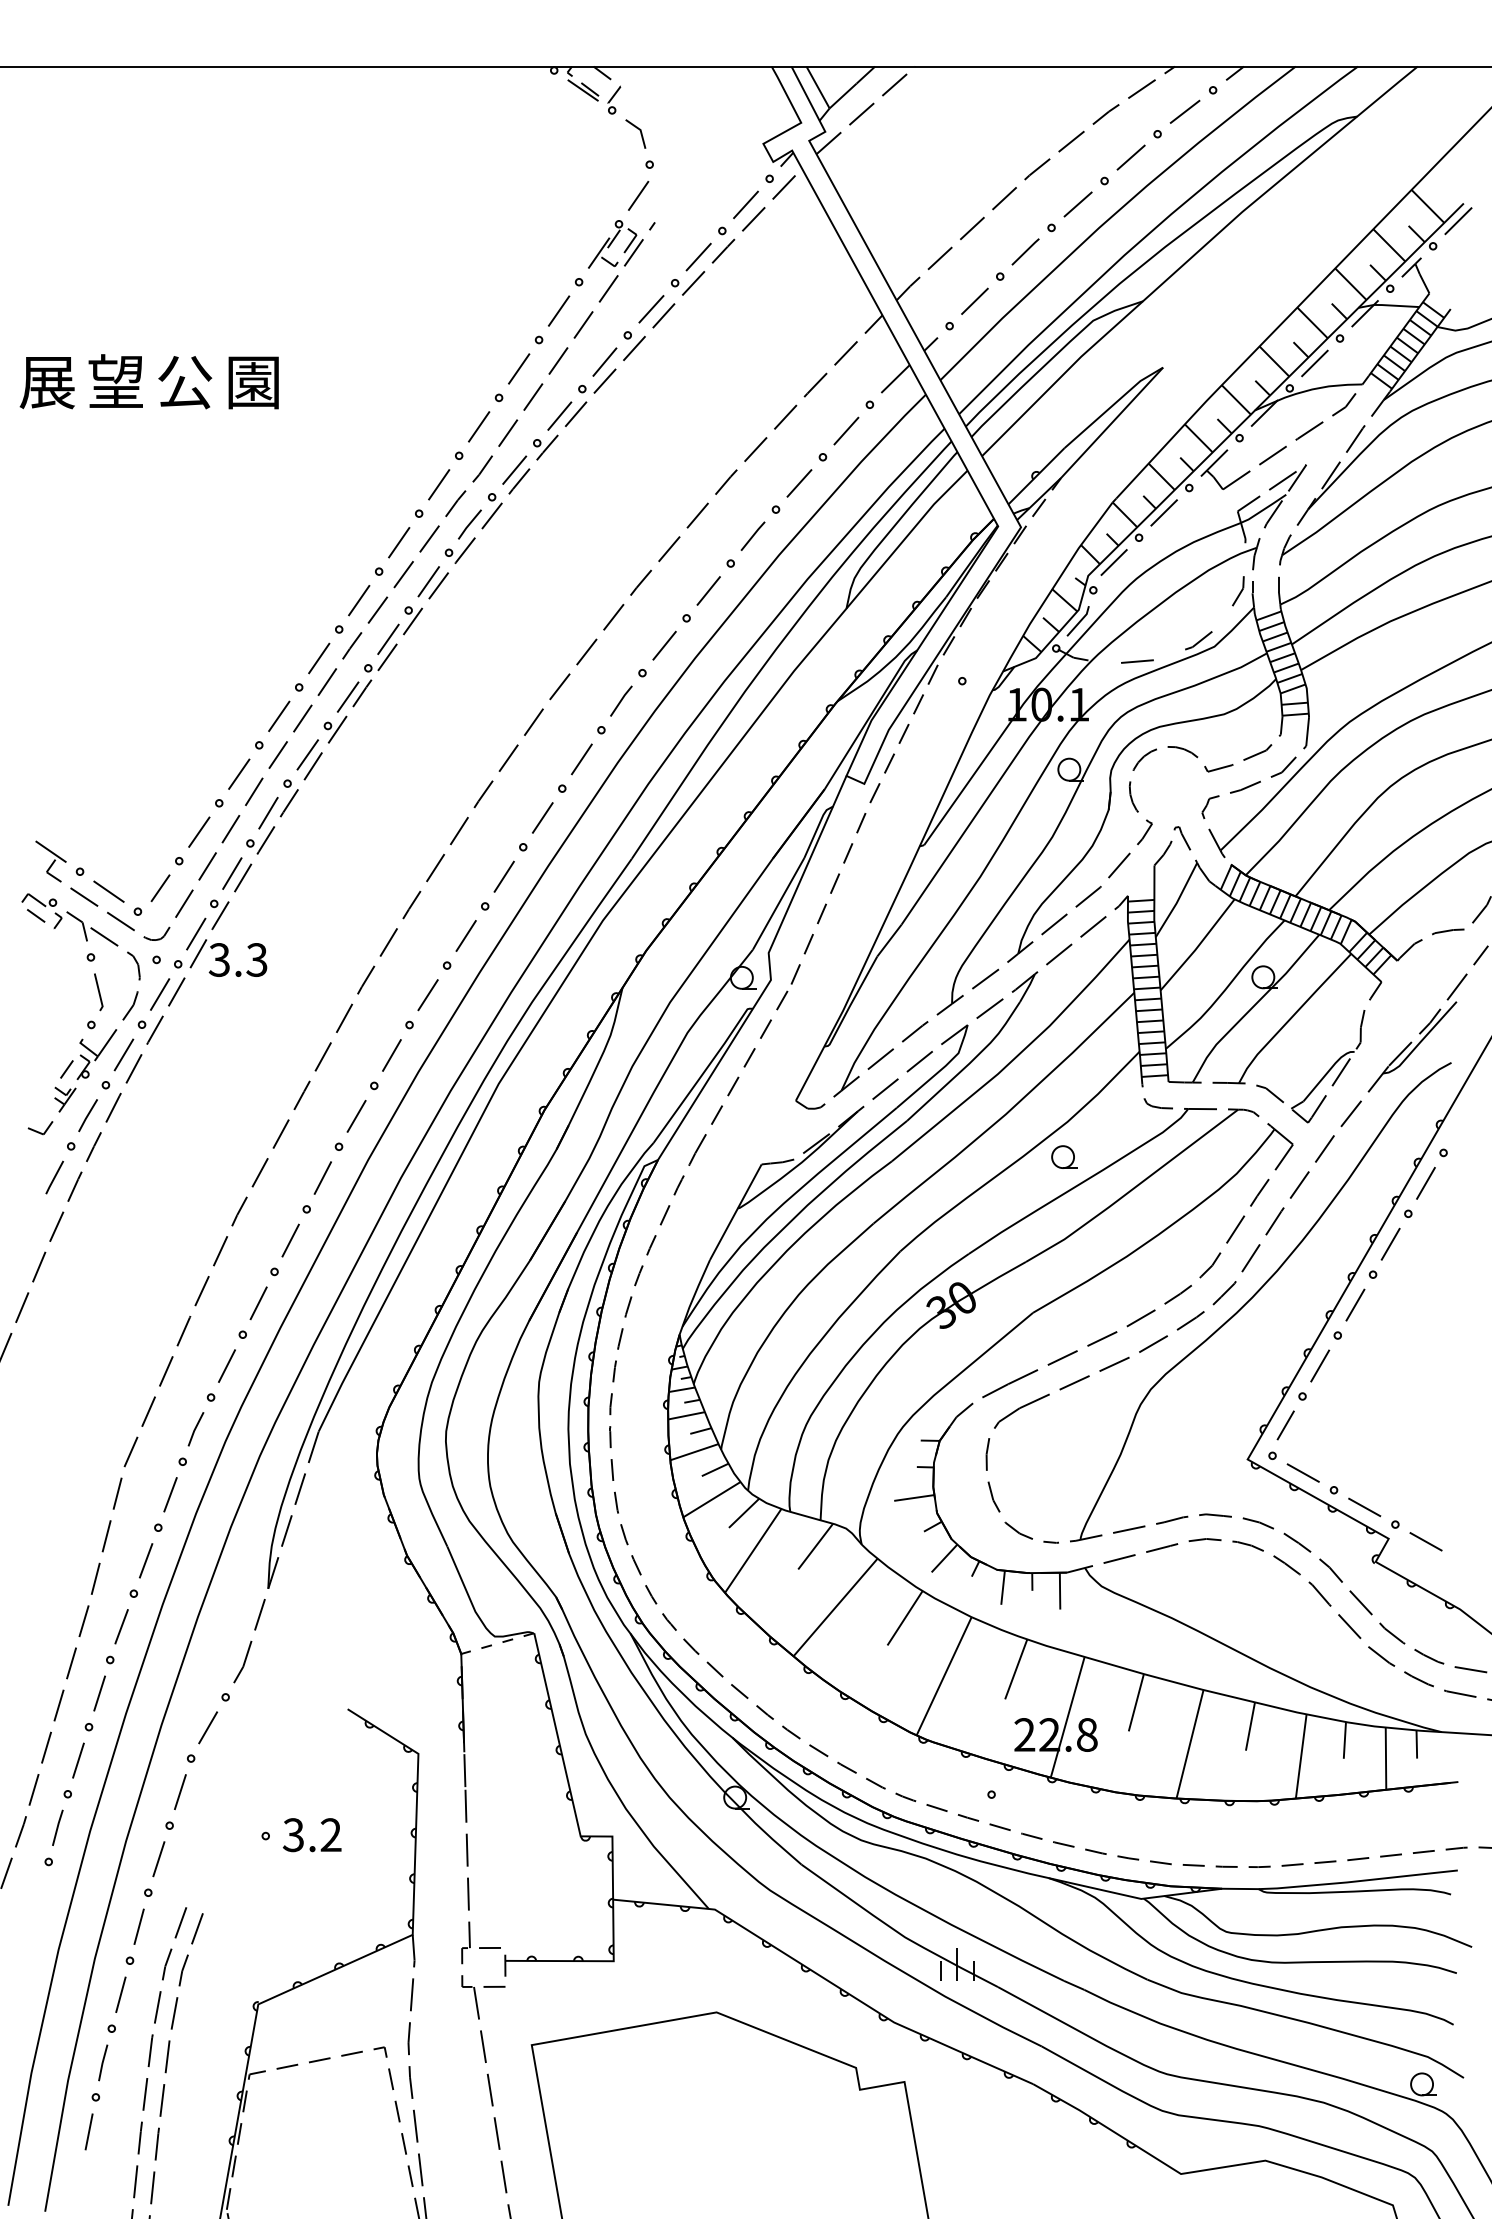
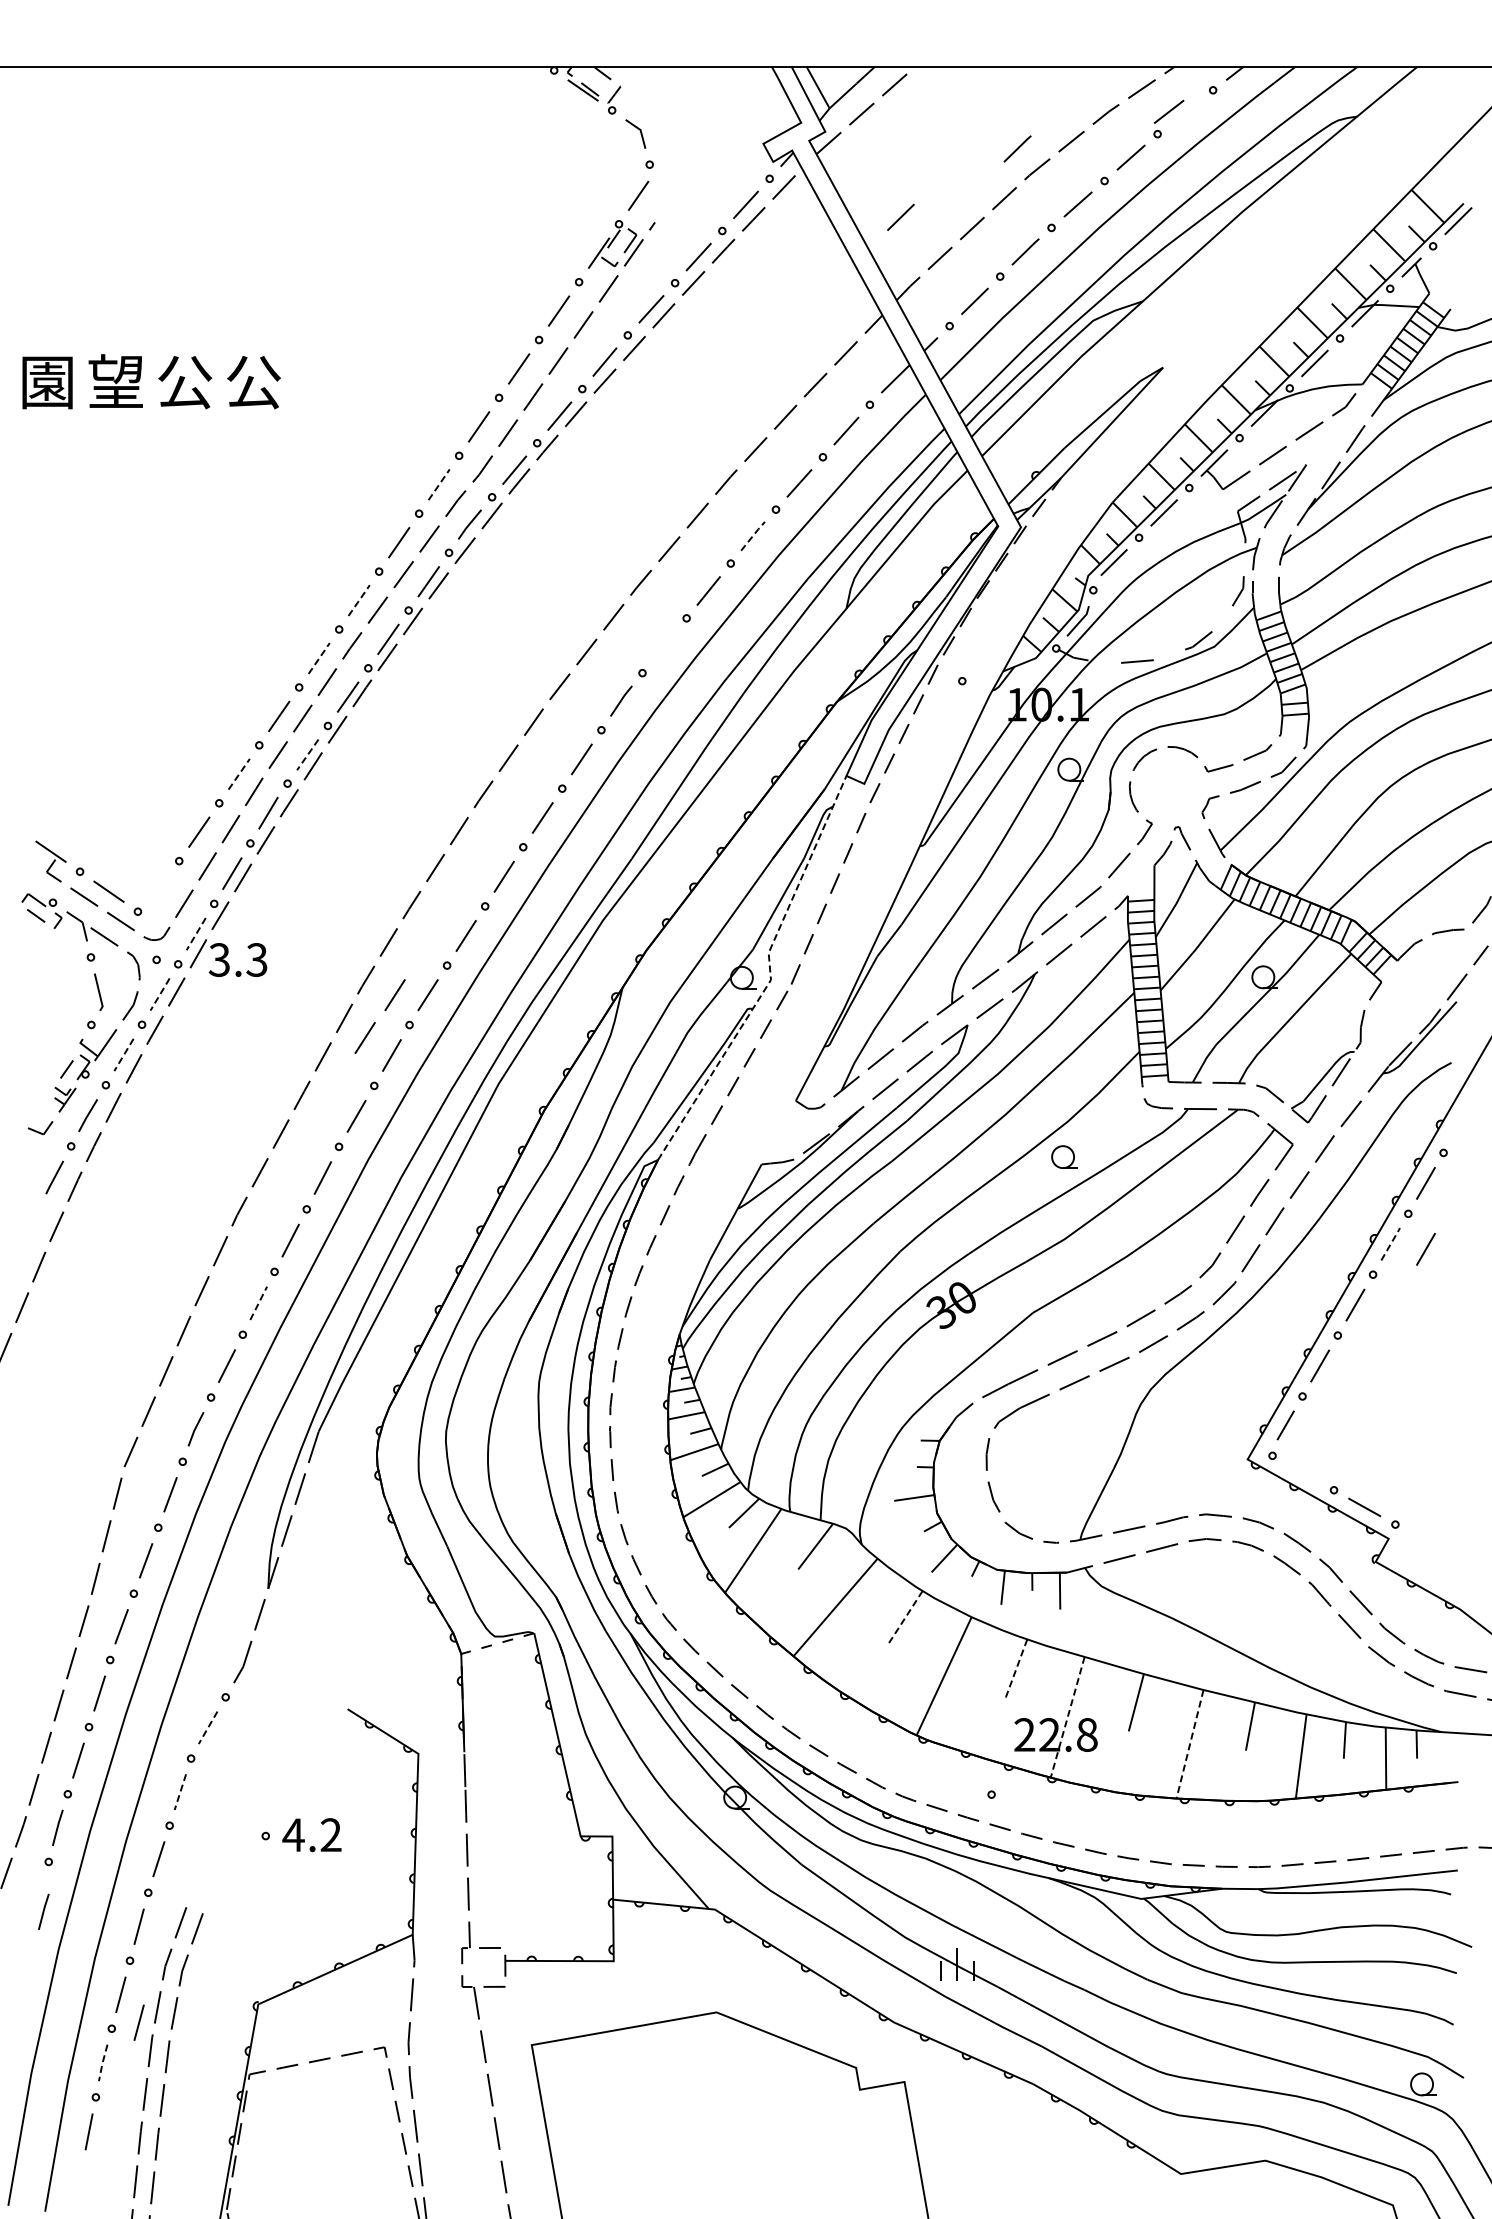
line at (1184, 111) position: (1184, 111) -> (1168, 111)
line at (1017, 148): none -> present
line at (900, 216): none -> present
text at (46, 382): 展 -> 園
text at (253, 382): 園 -> 公
line at (439, 484): solid -> dashed
line at (753, 535): solid -> dashed
line at (359, 600): solid -> dashed
line at (664, 645): present -> none
line at (319, 658): solid -> dashed
line at (307, 754): solid -> dashed
line at (239, 774): solid -> dashed
line at (160, 888): present -> none
line at (196, 934): solid -> dashed
line at (770, 975): solid -> dashed
line at (160, 994): solid -> dashed
line at (394, 995): none -> present
line at (364, 1037): none -> present
line at (123, 1054): solid -> dashed
line at (1390, 1244): solid -> dashed
line at (1425, 1249): none -> present
line at (258, 1303): solid -> dashed
line at (1302, 1472): present -> none
line at (1425, 1541): present -> none
line at (904, 1618): solid -> dashed
line at (1016, 1669): solid -> dashed
line at (1067, 1717): solid -> dashed
line at (208, 1727): solid -> dashed
line at (1190, 1744): solid -> dashed
line at (180, 1792): solid -> dashed
text at (293, 1835): 3.2 -> 4.2
line at (43, 1911): none -> present
line at (138, 2022): none -> present
line at (102, 2063): solid -> dashed
